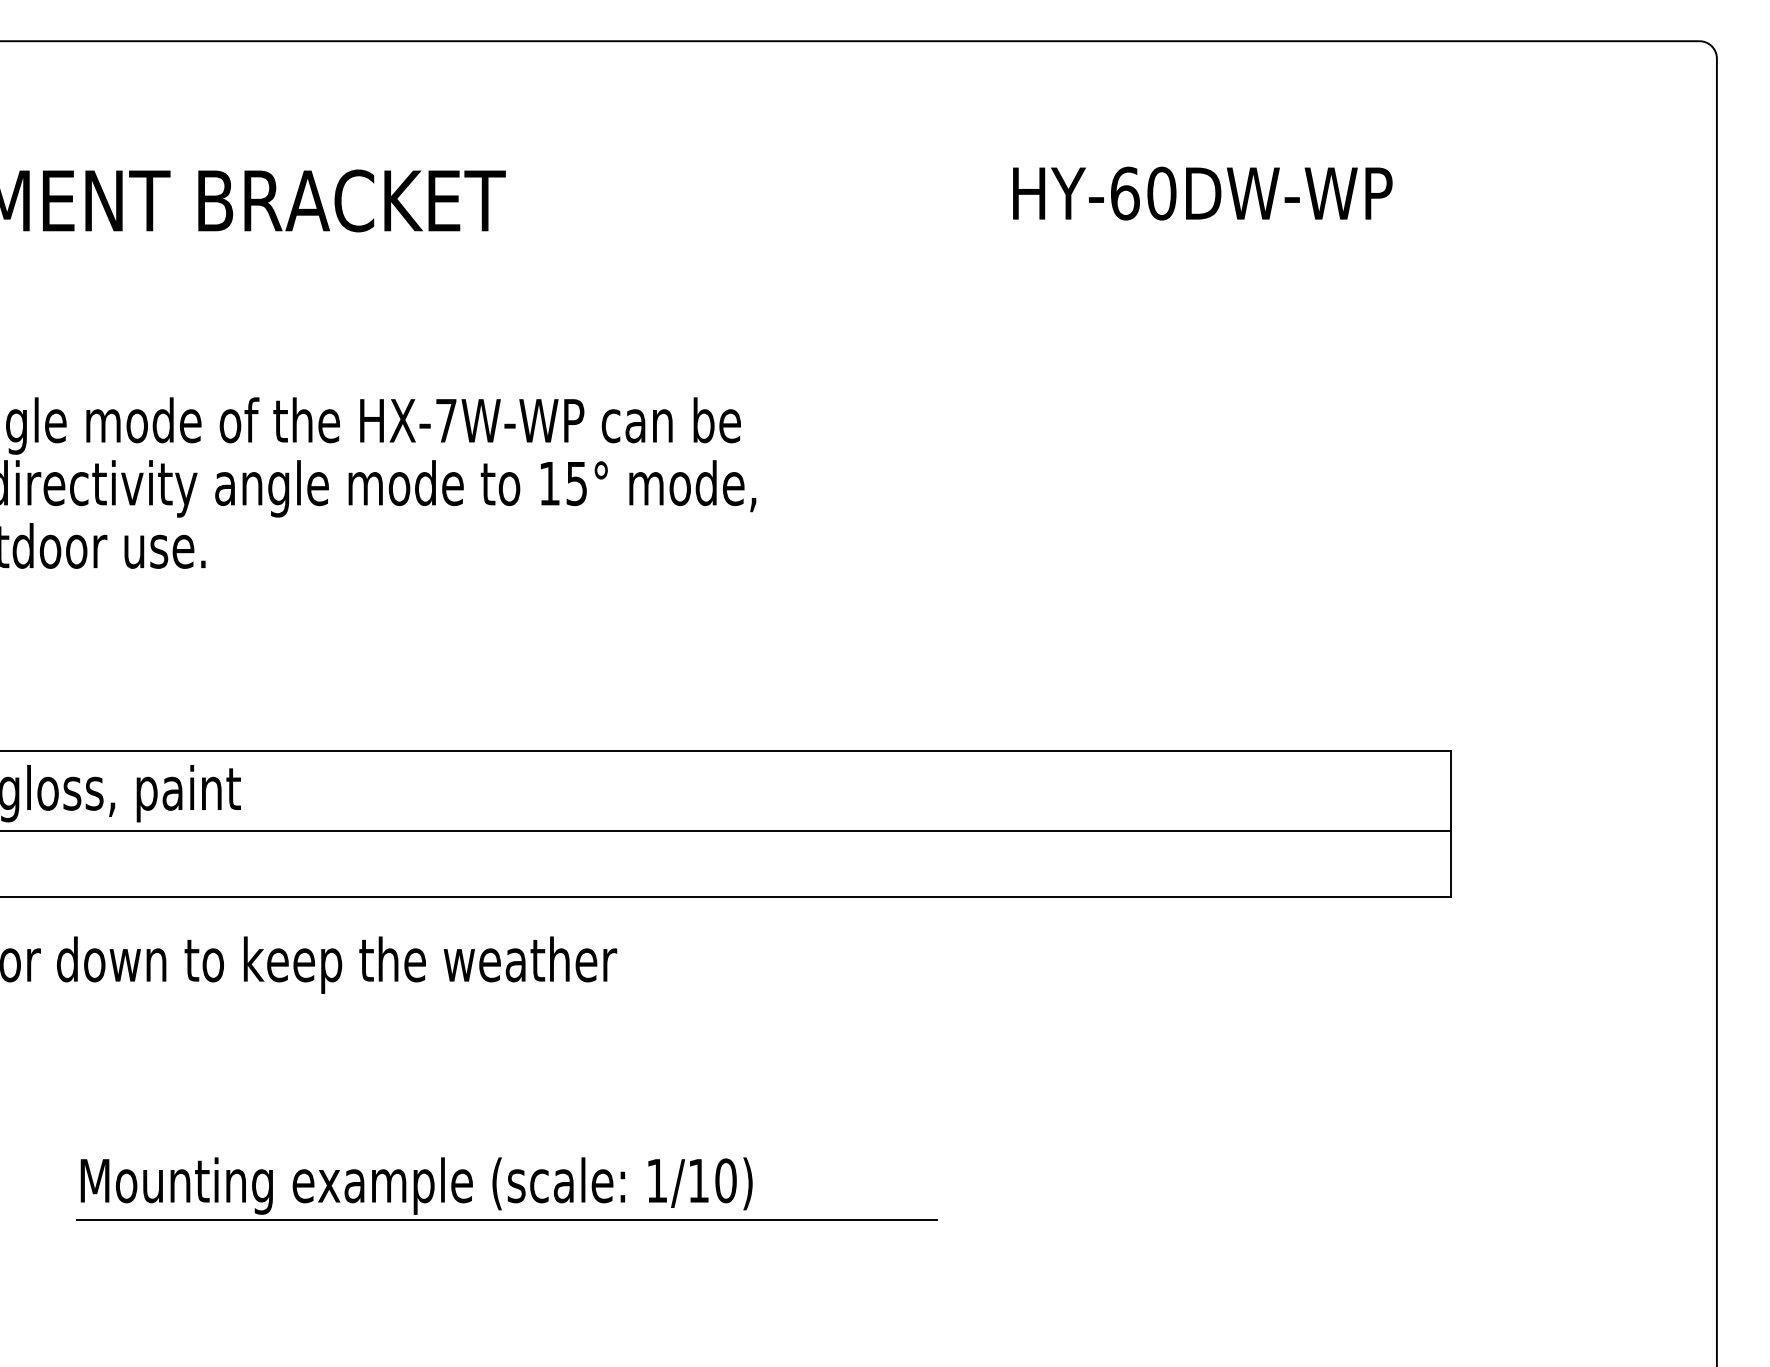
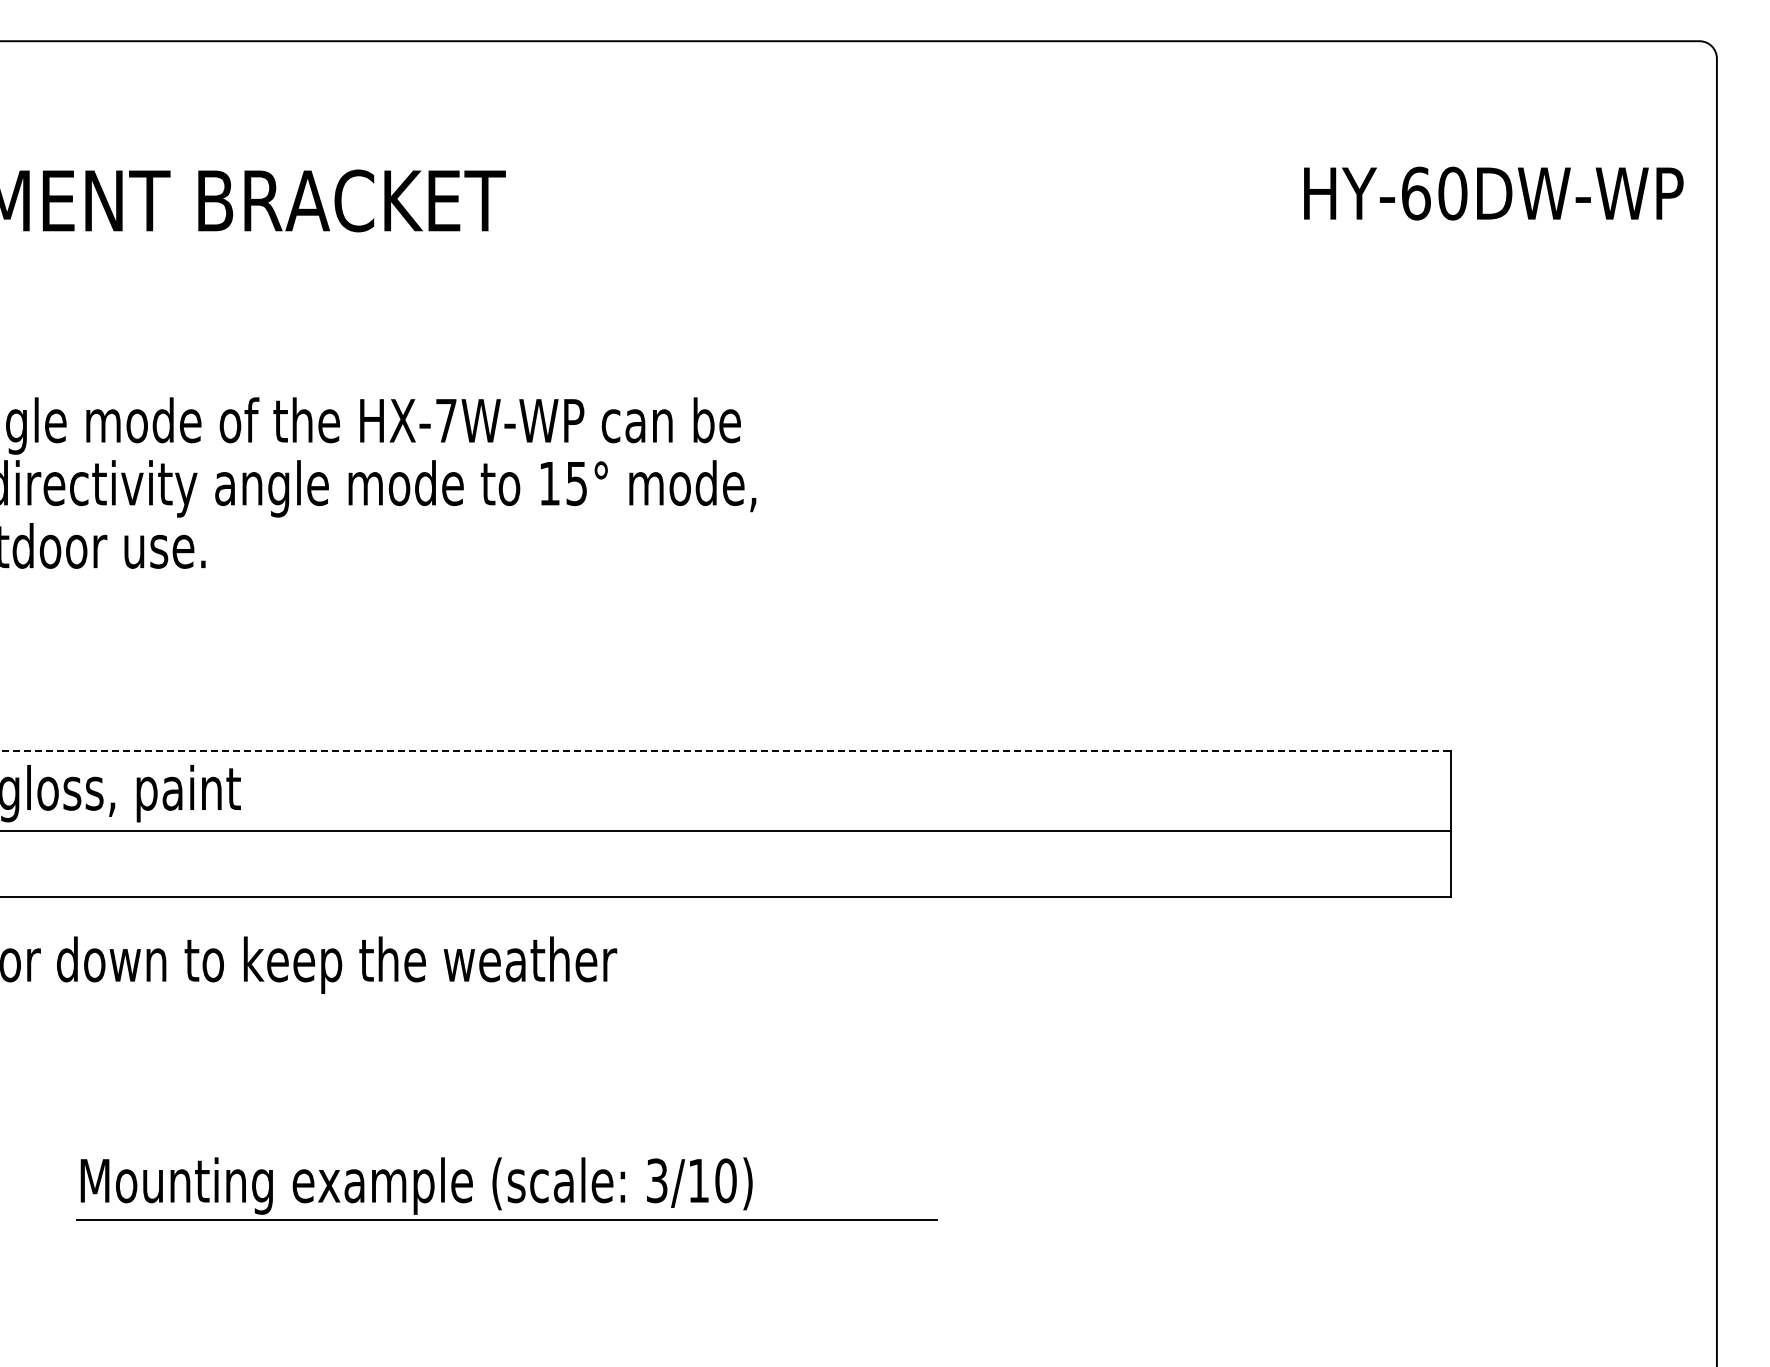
text at (1202, 193) position: (1202, 193) -> (1493, 193)
line at (726, 751): solid -> dashed
text at (657, 1180): 1/10) -> 3/10)
